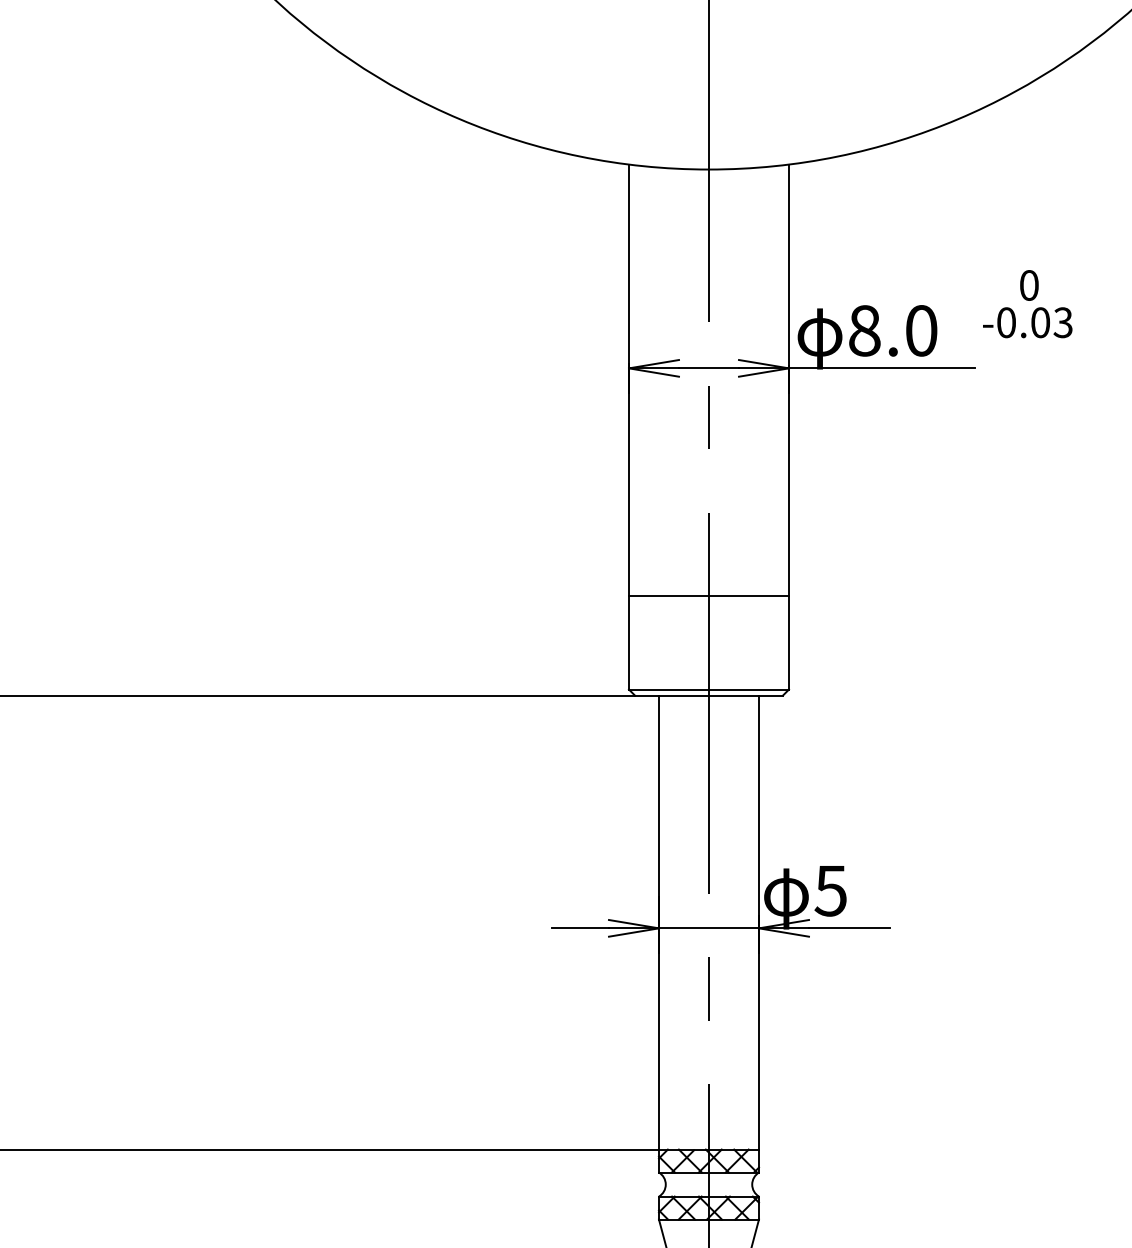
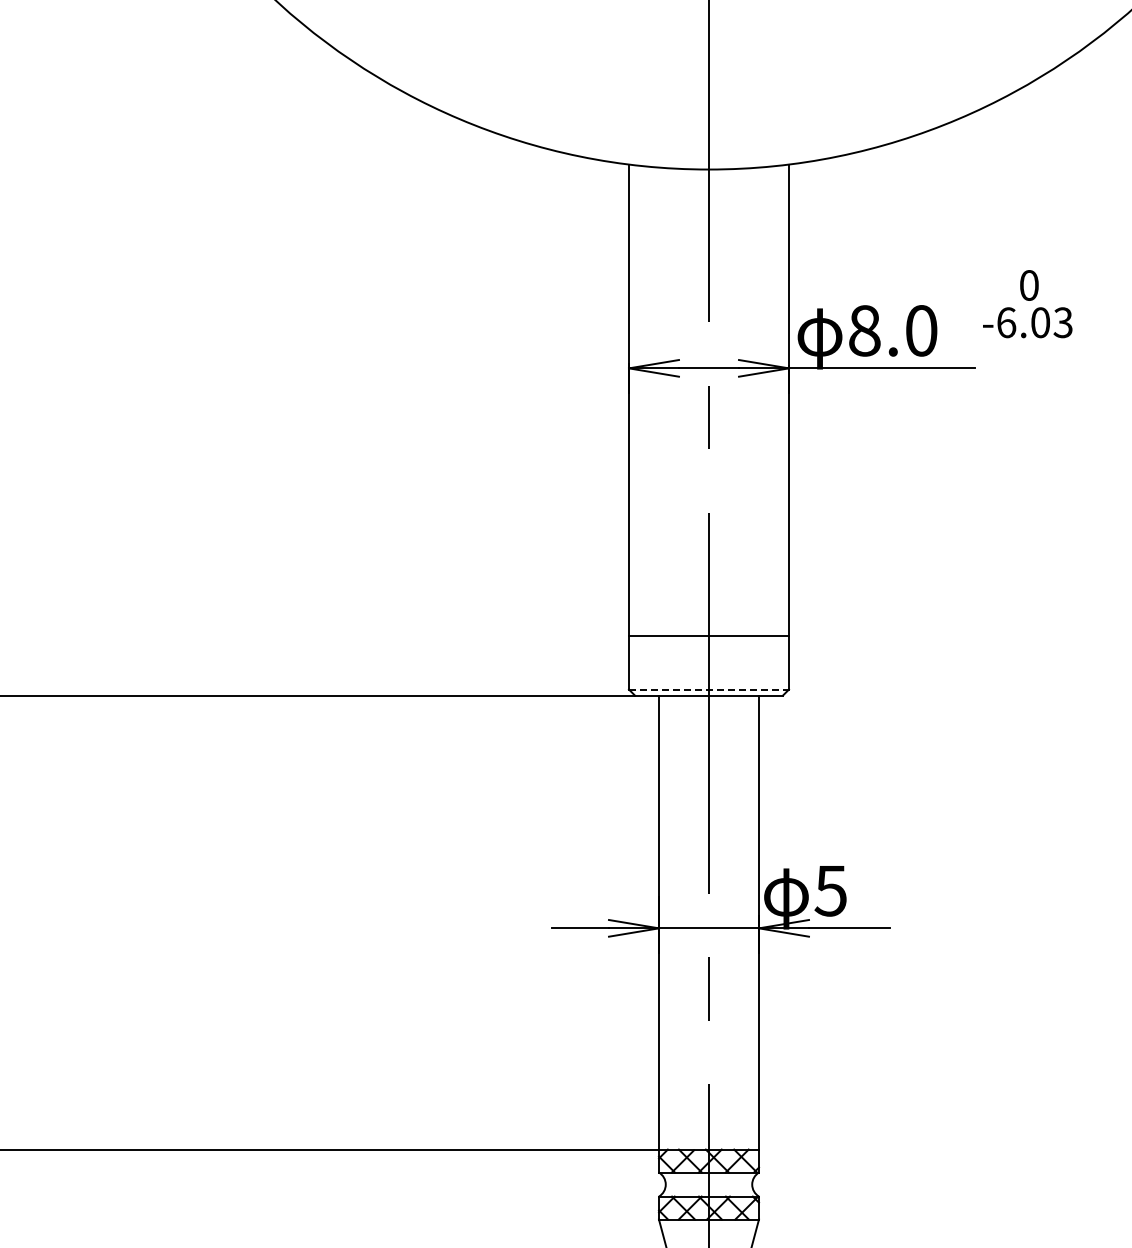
text at (1006, 322): -0.03 -> -6.03
line at (708, 595) position: (708, 595) -> (708, 635)
line at (709, 689): solid -> dashed
